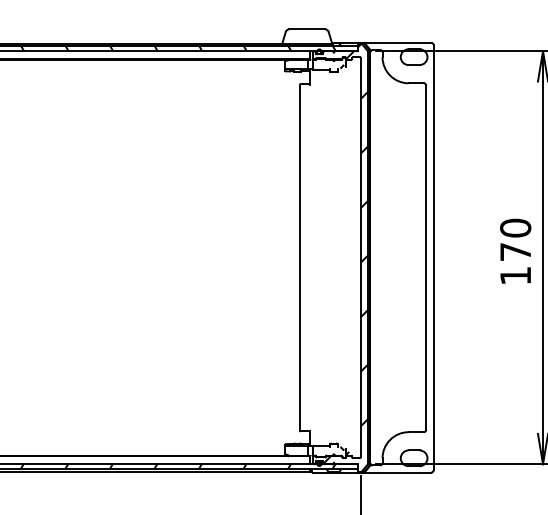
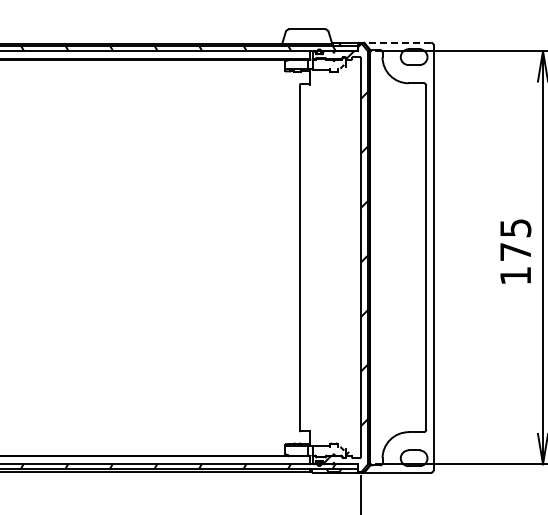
line at (397, 42): solid -> dashed
text at (515, 227): 170 -> 175
